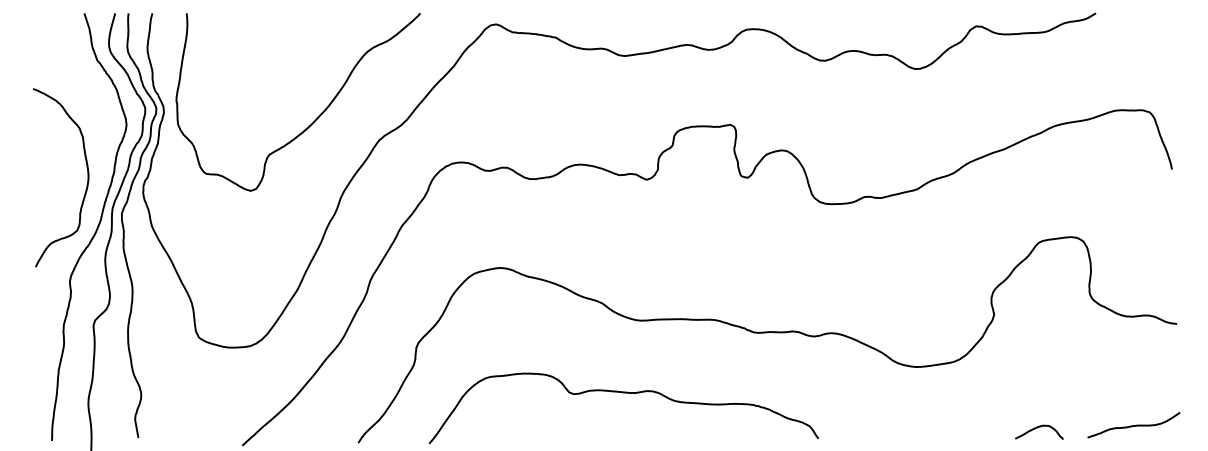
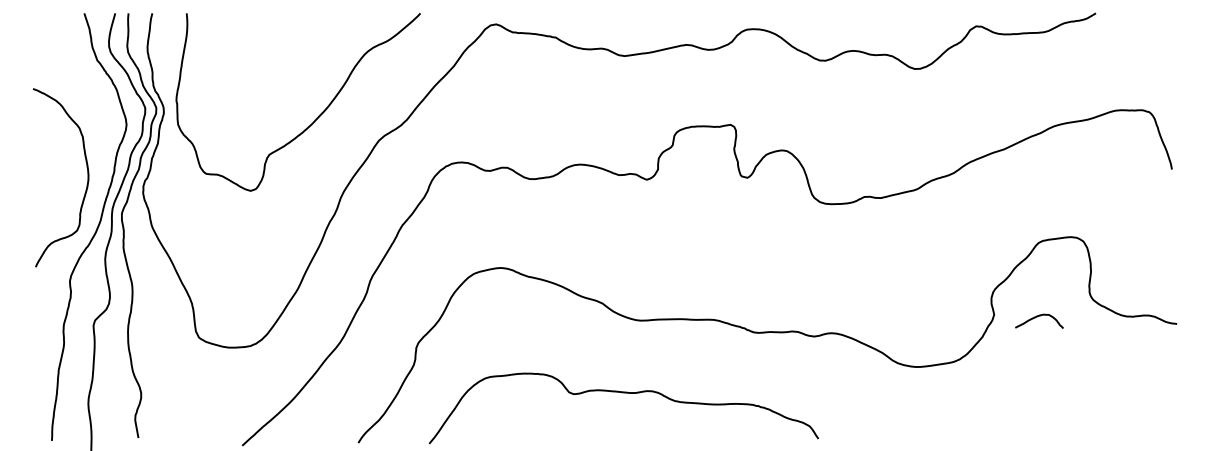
curve at (1133, 425): present -> none
curve at (1037, 428) position: (1037, 428) -> (1037, 317)
